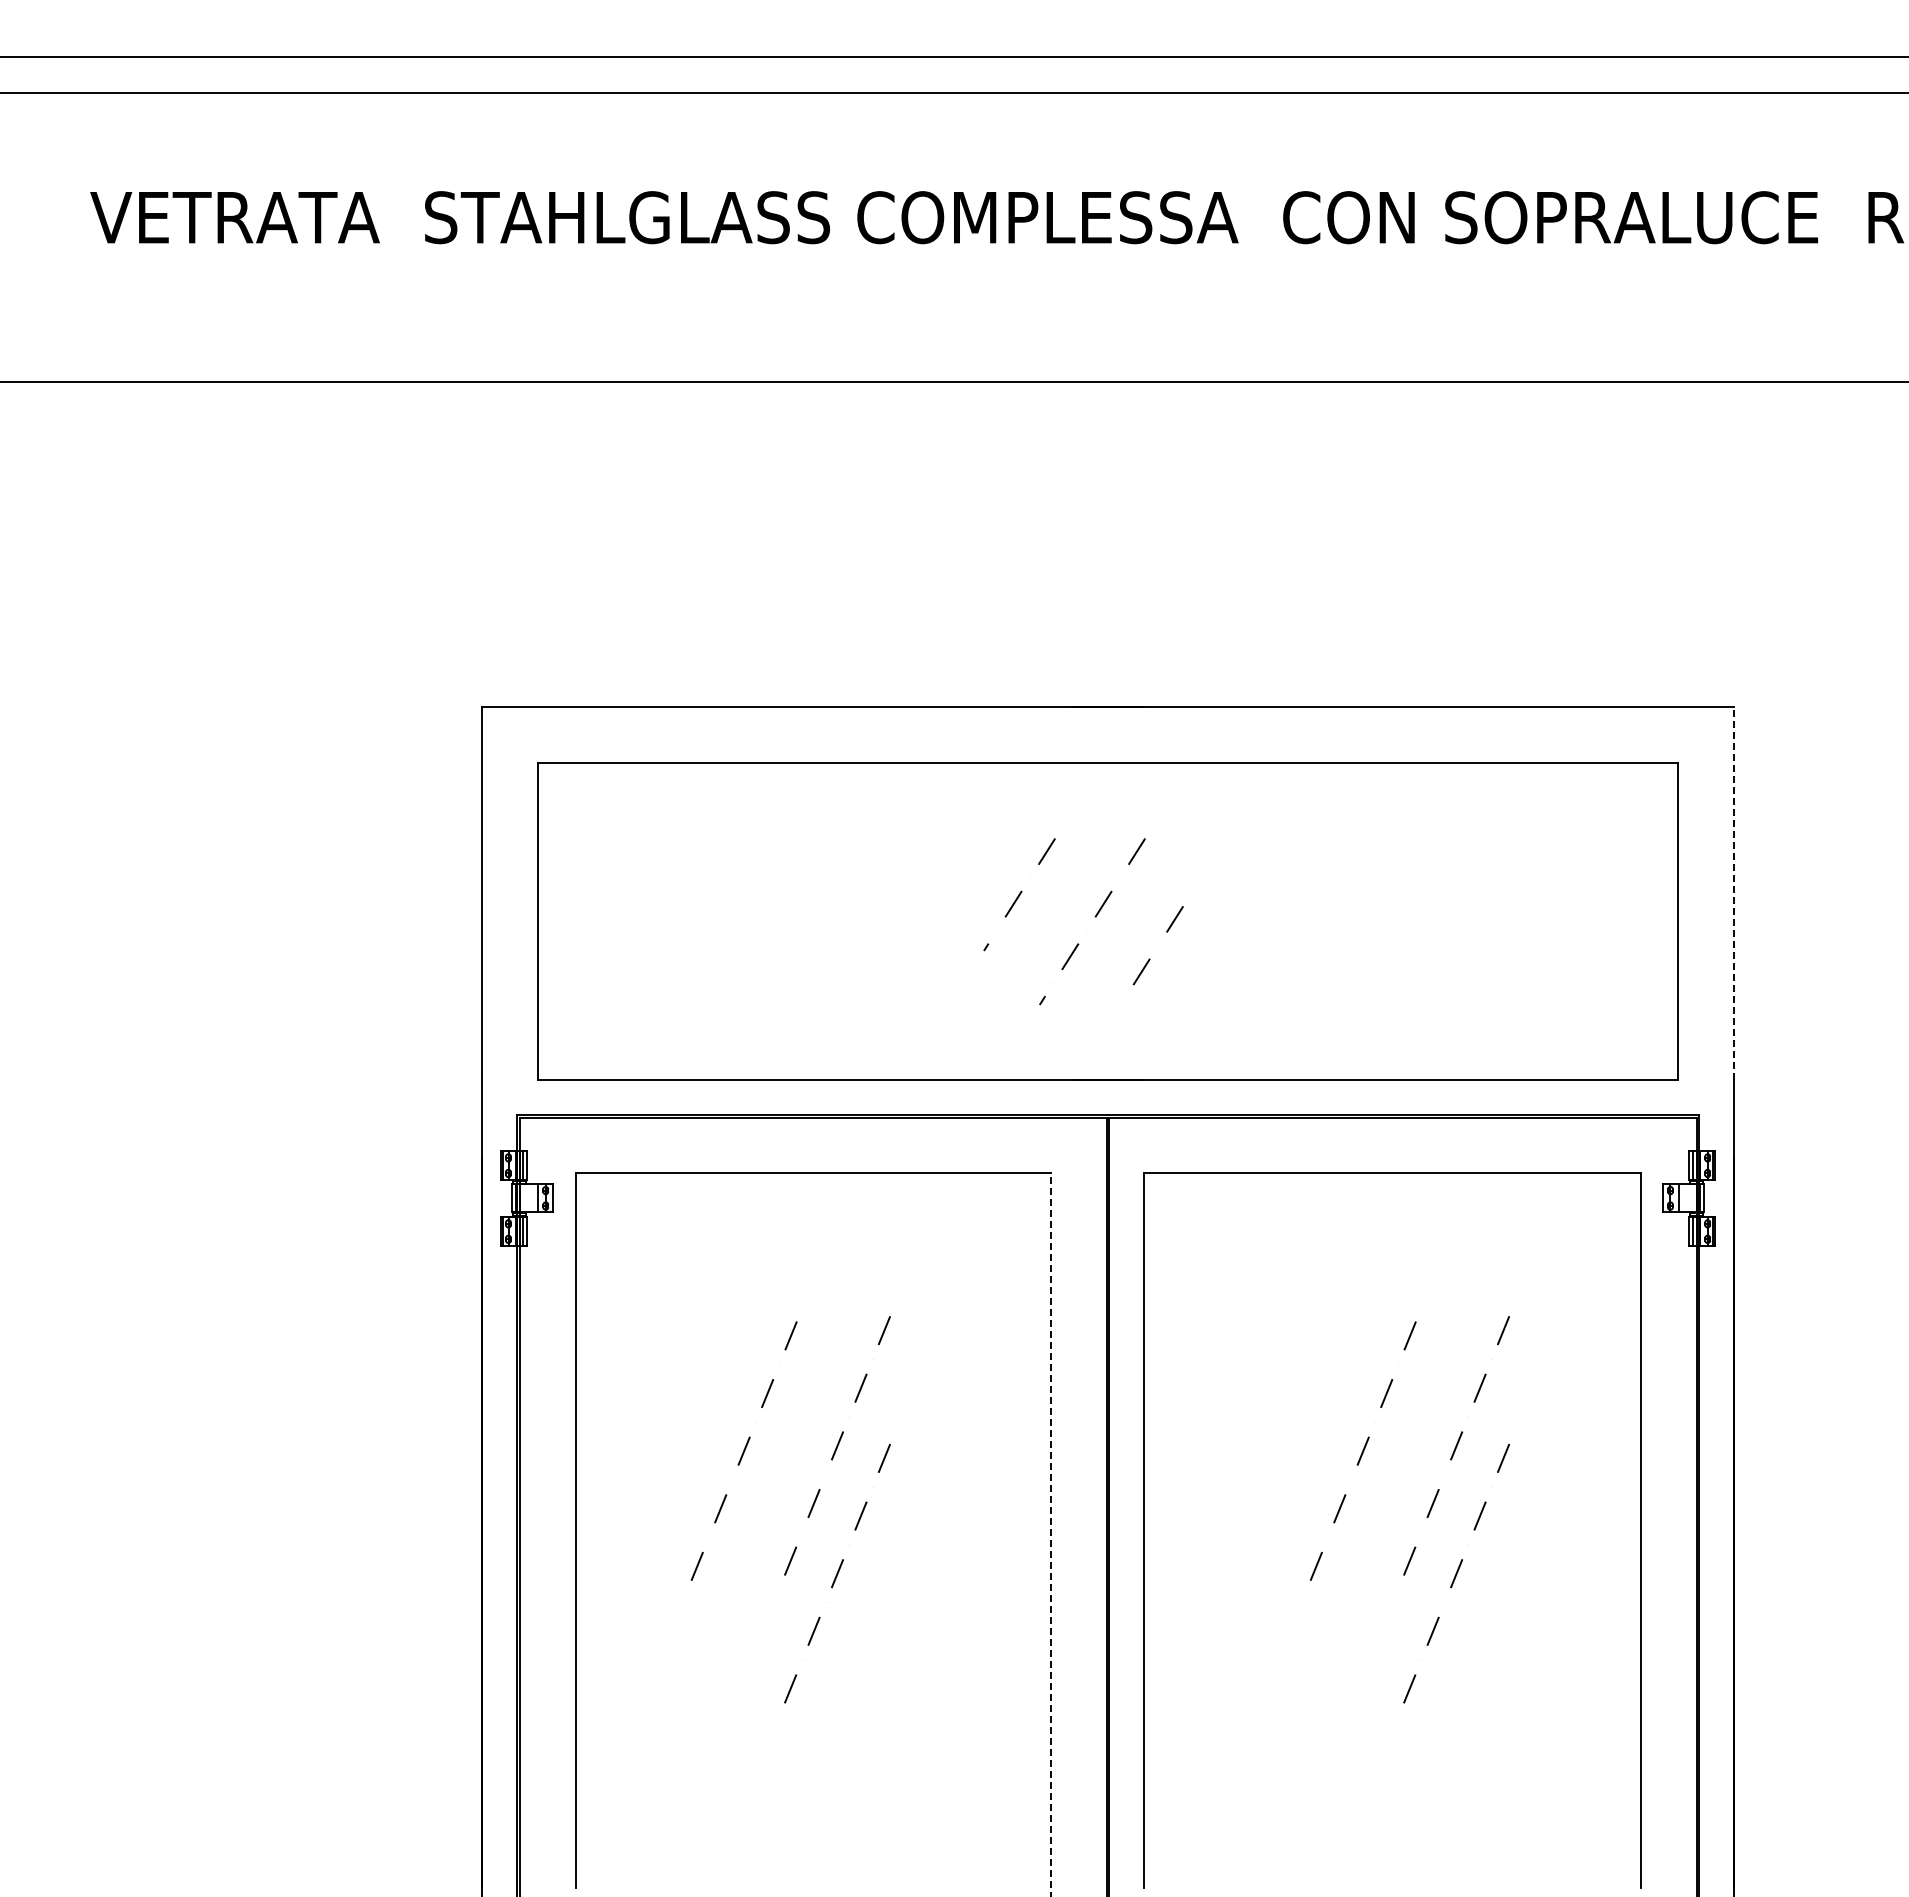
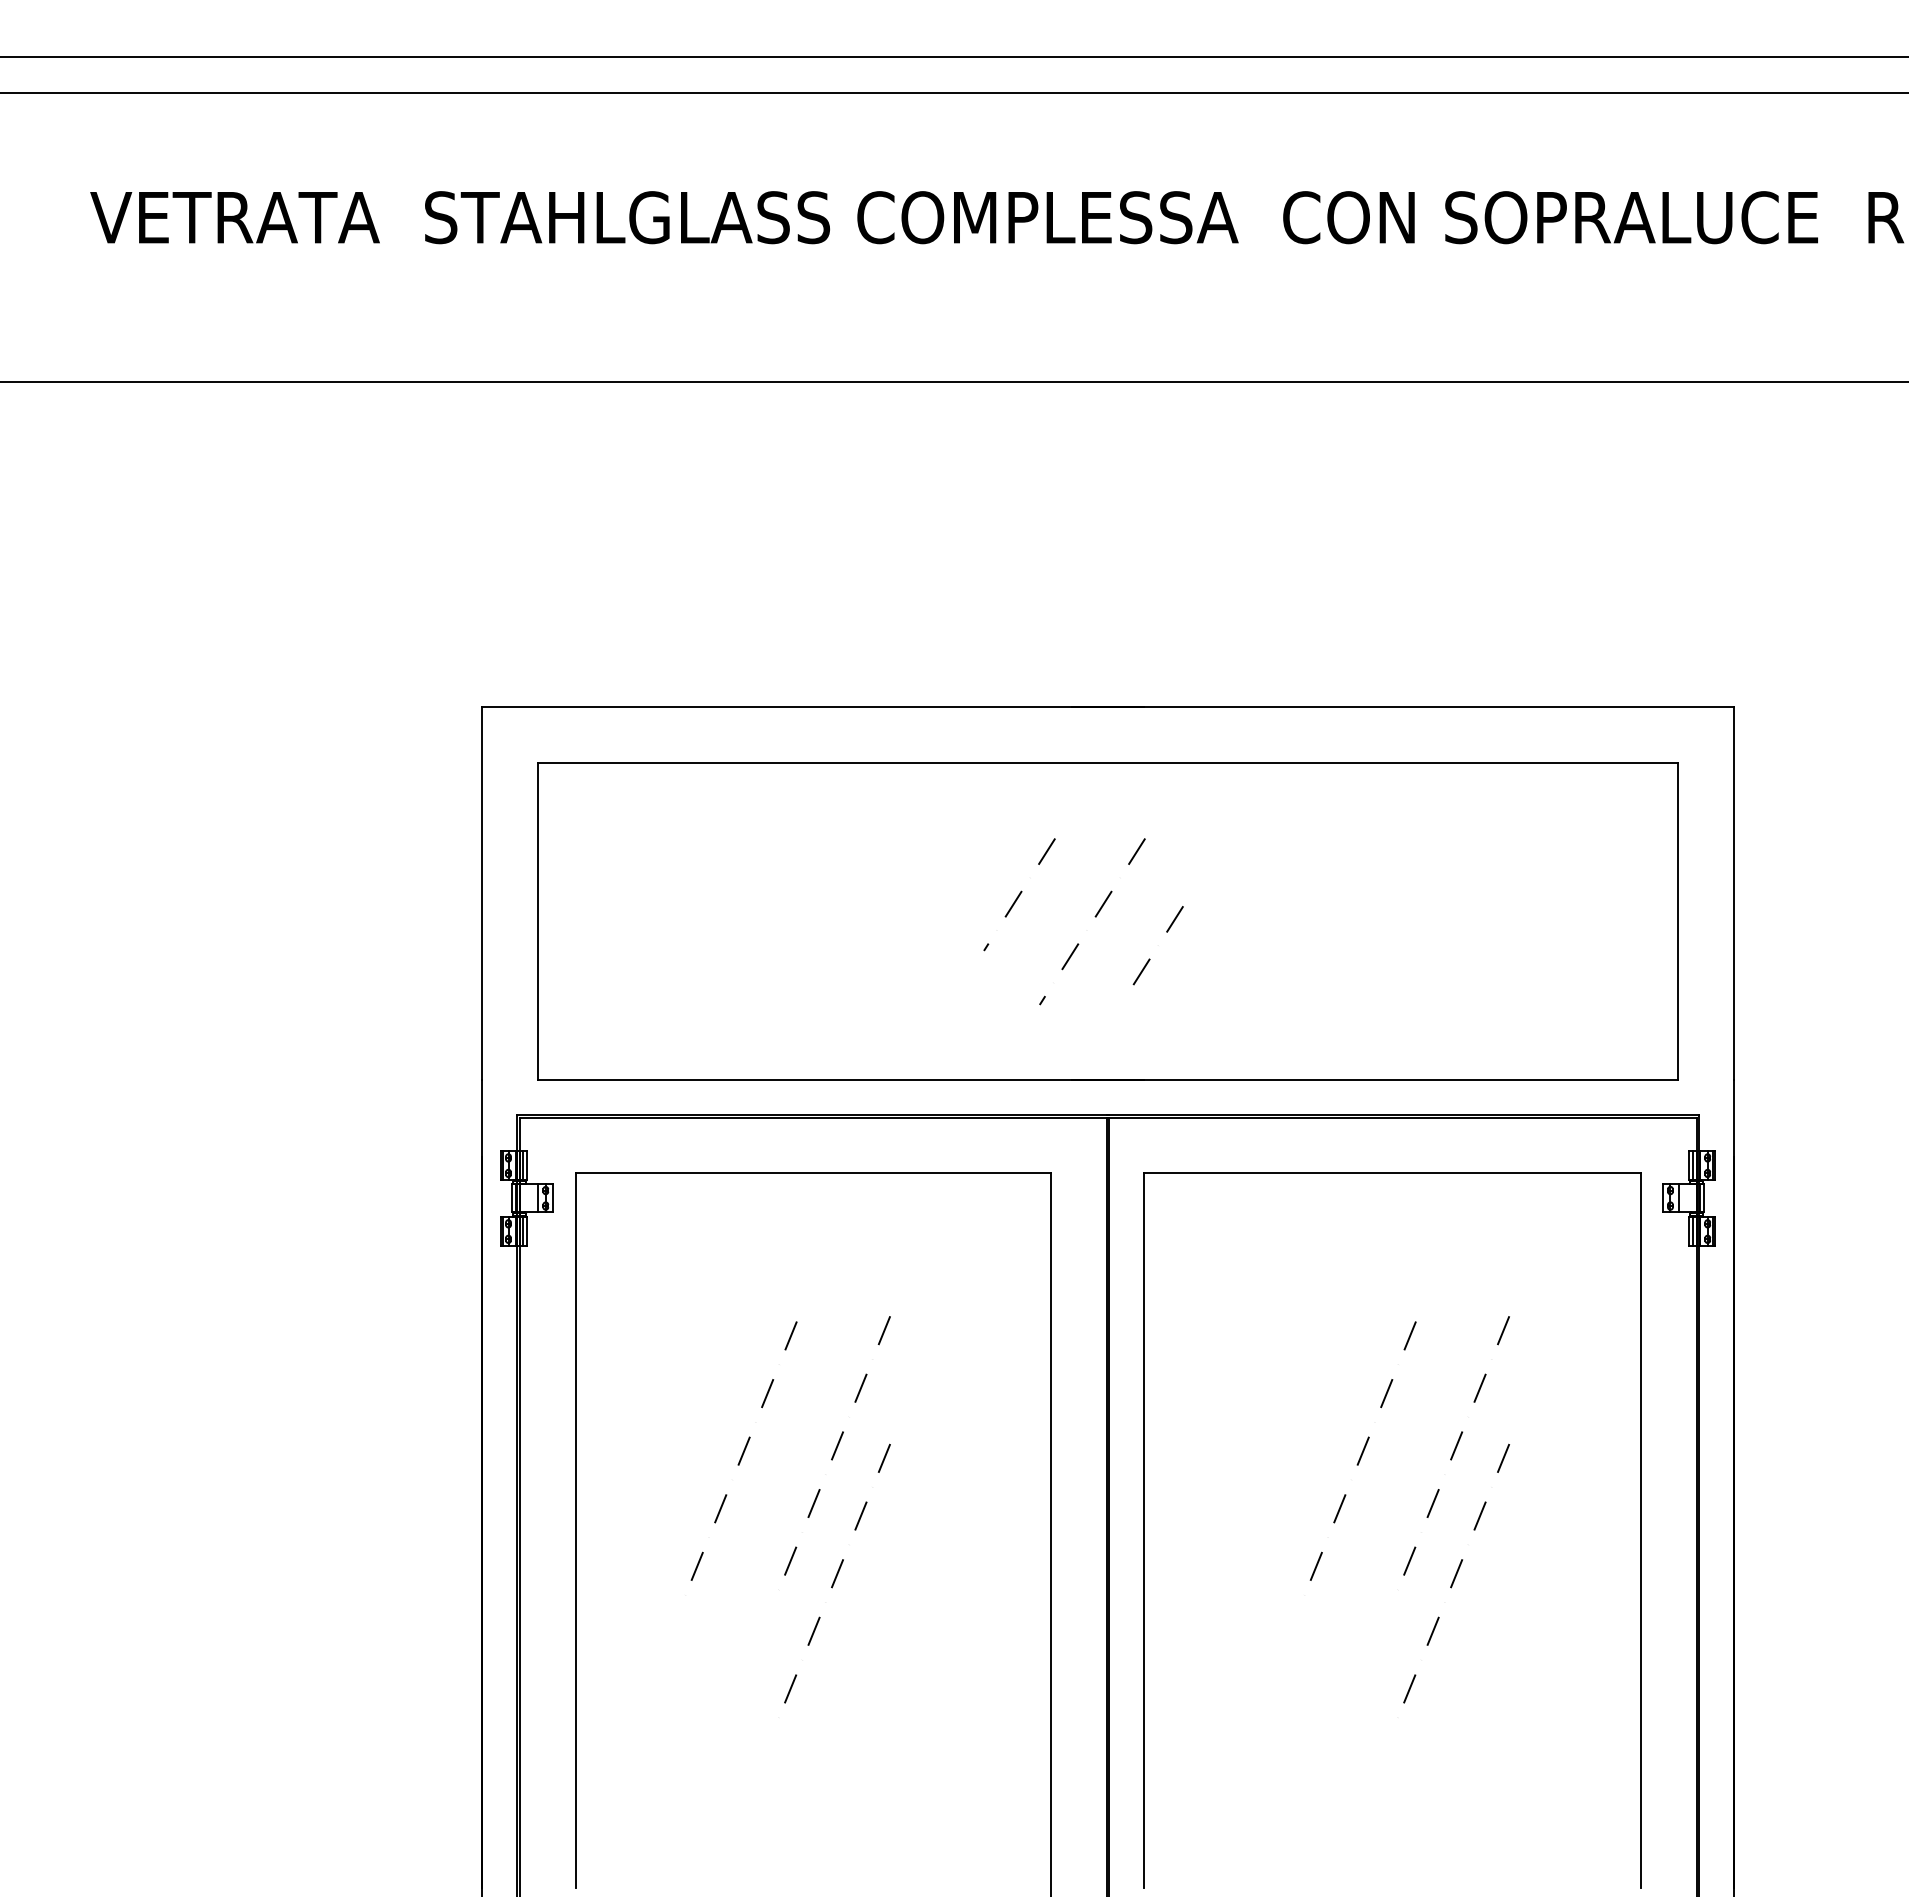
line at (1733, 893): dashed -> solid
line at (1050, 1534): dashed -> solid
